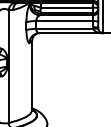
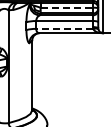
line at (67, 7): solid -> dashed
line at (64, 28): solid -> dashed
